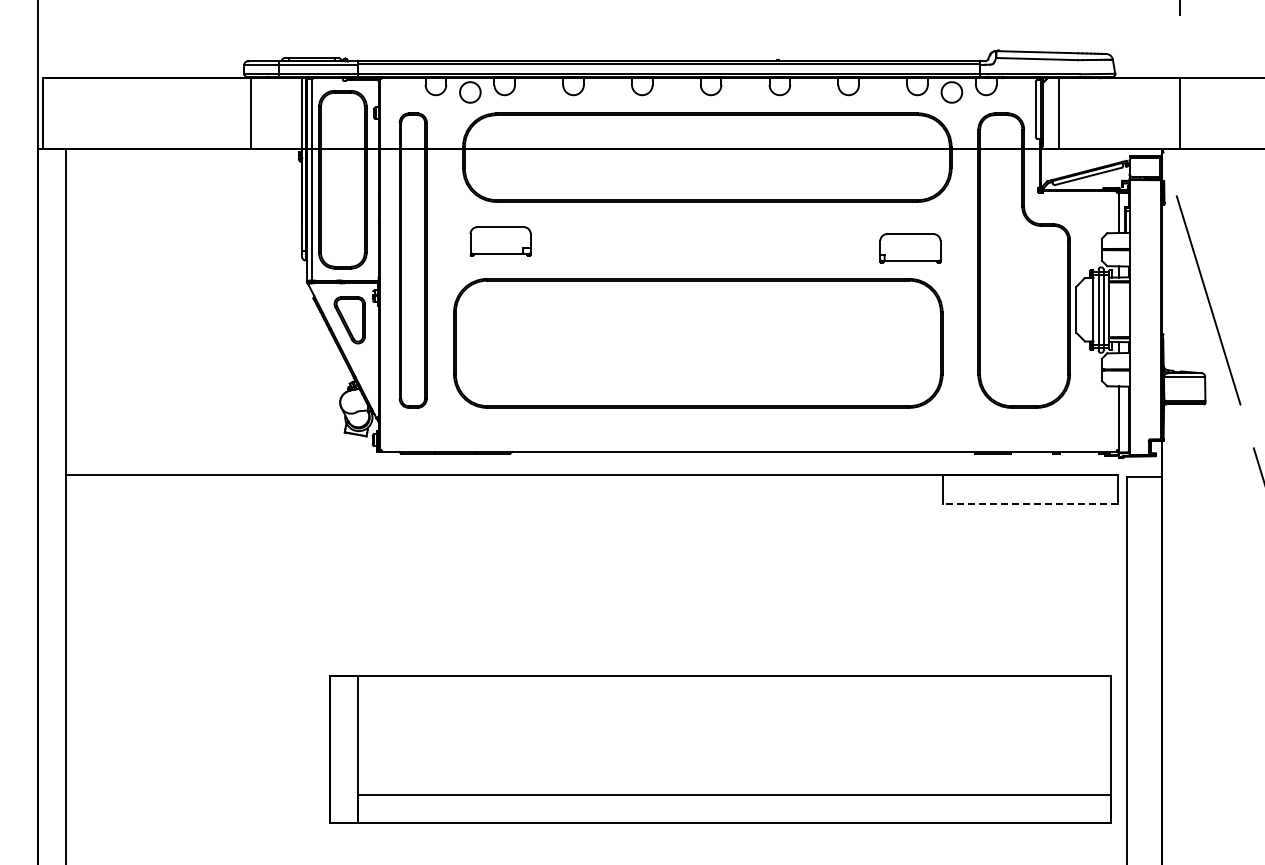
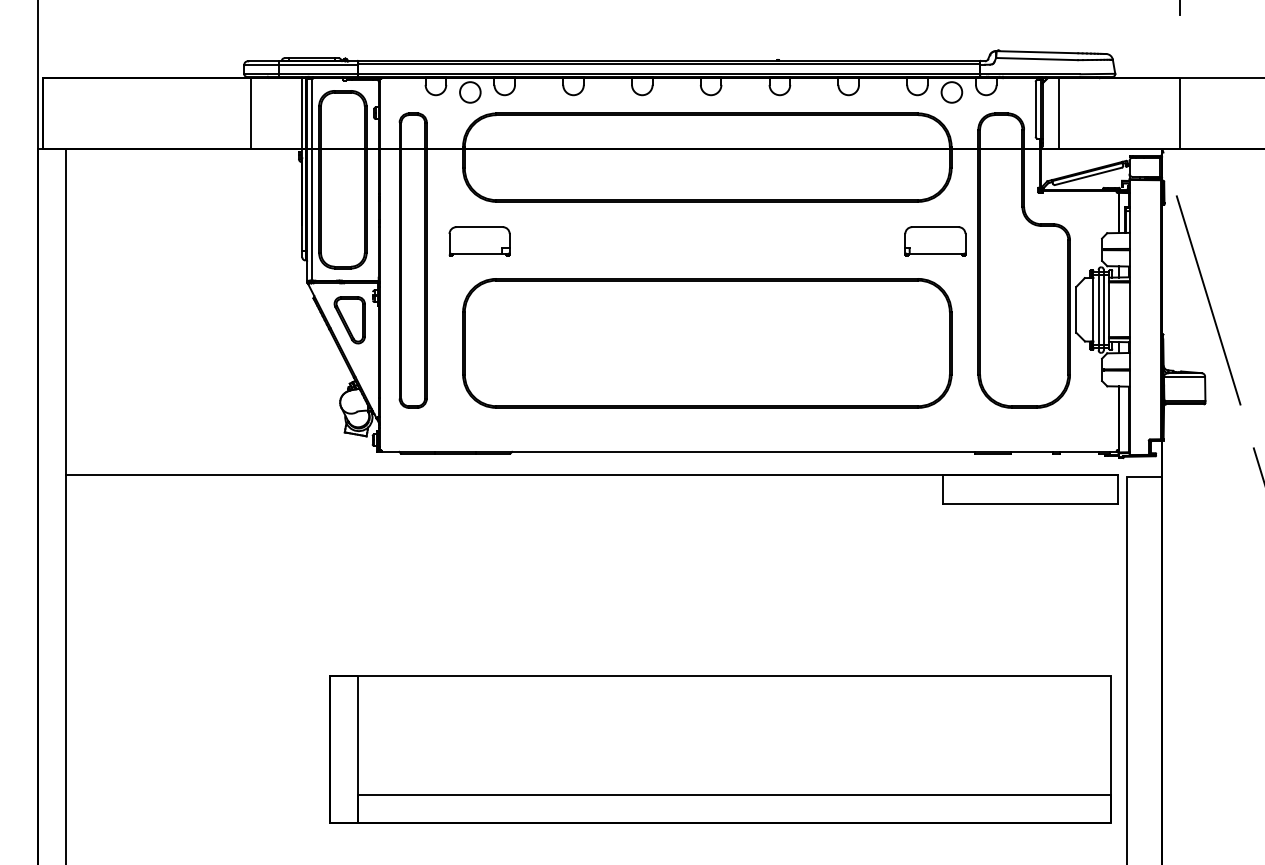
part at (500, 241) position: (500, 241) -> (479, 241)
part at (910, 248) position: (910, 248) -> (935, 241)
part at (698, 343) position: (698, 343) -> (707, 343)
line at (1030, 503): dashed -> solid
